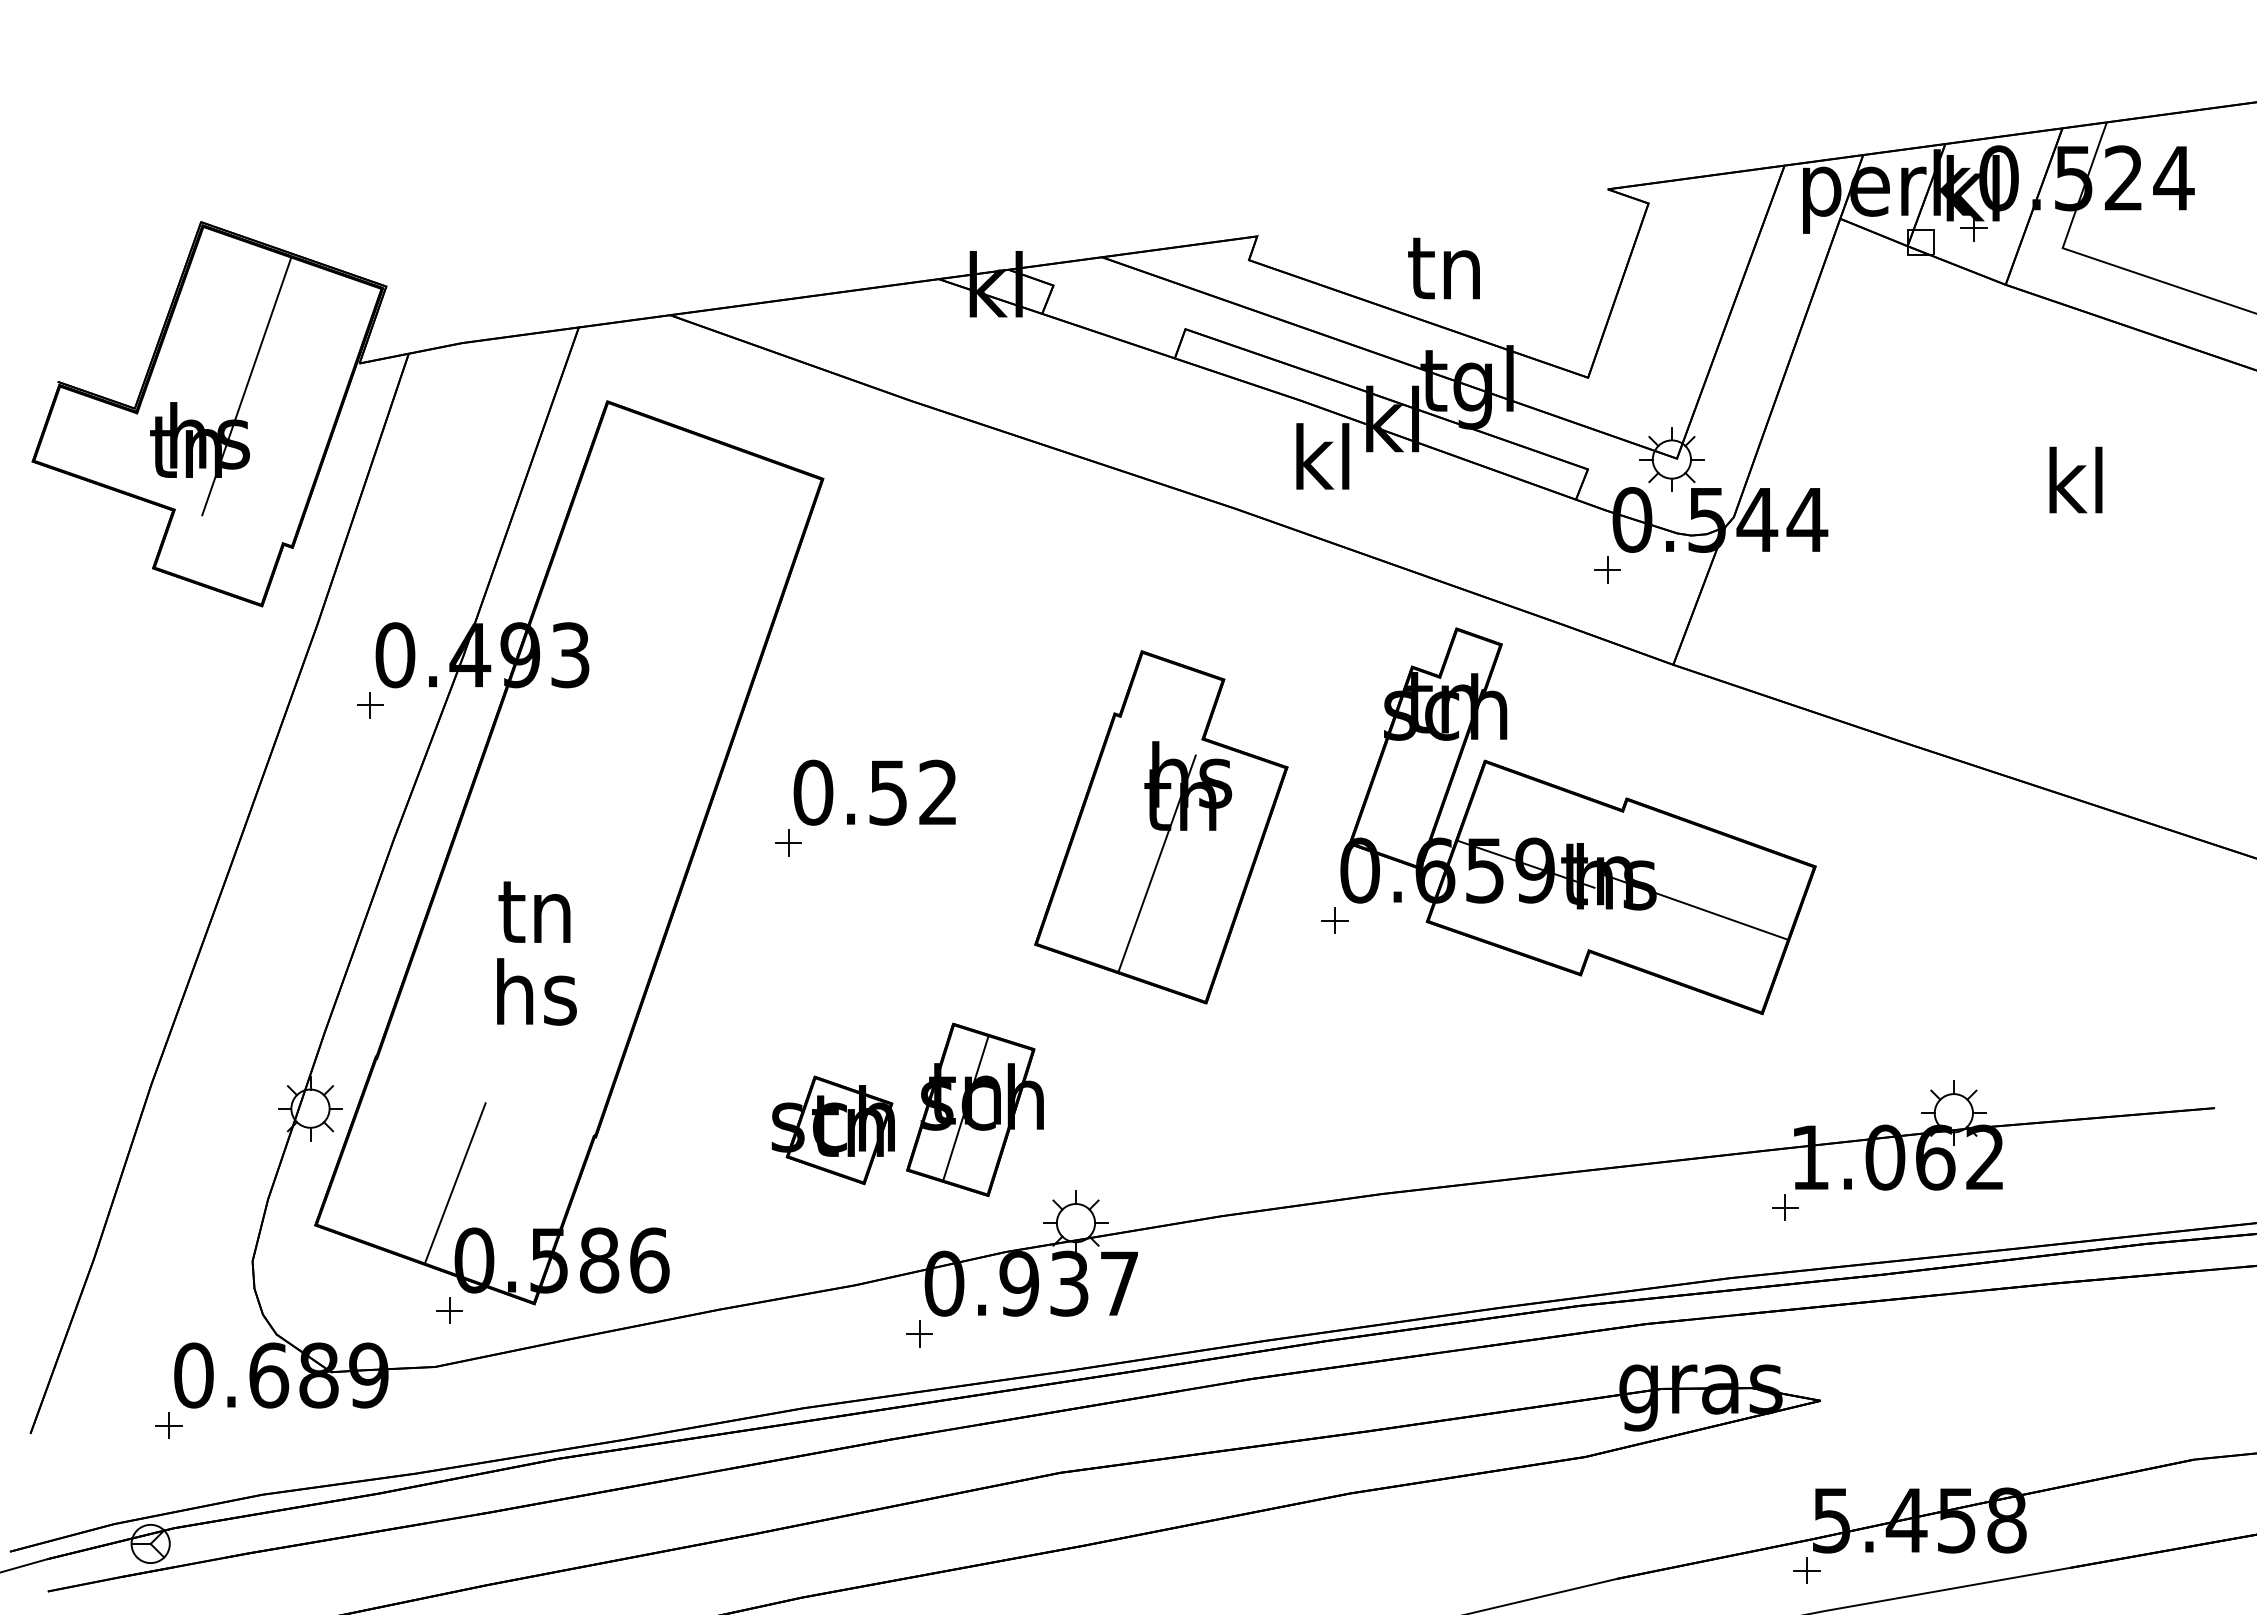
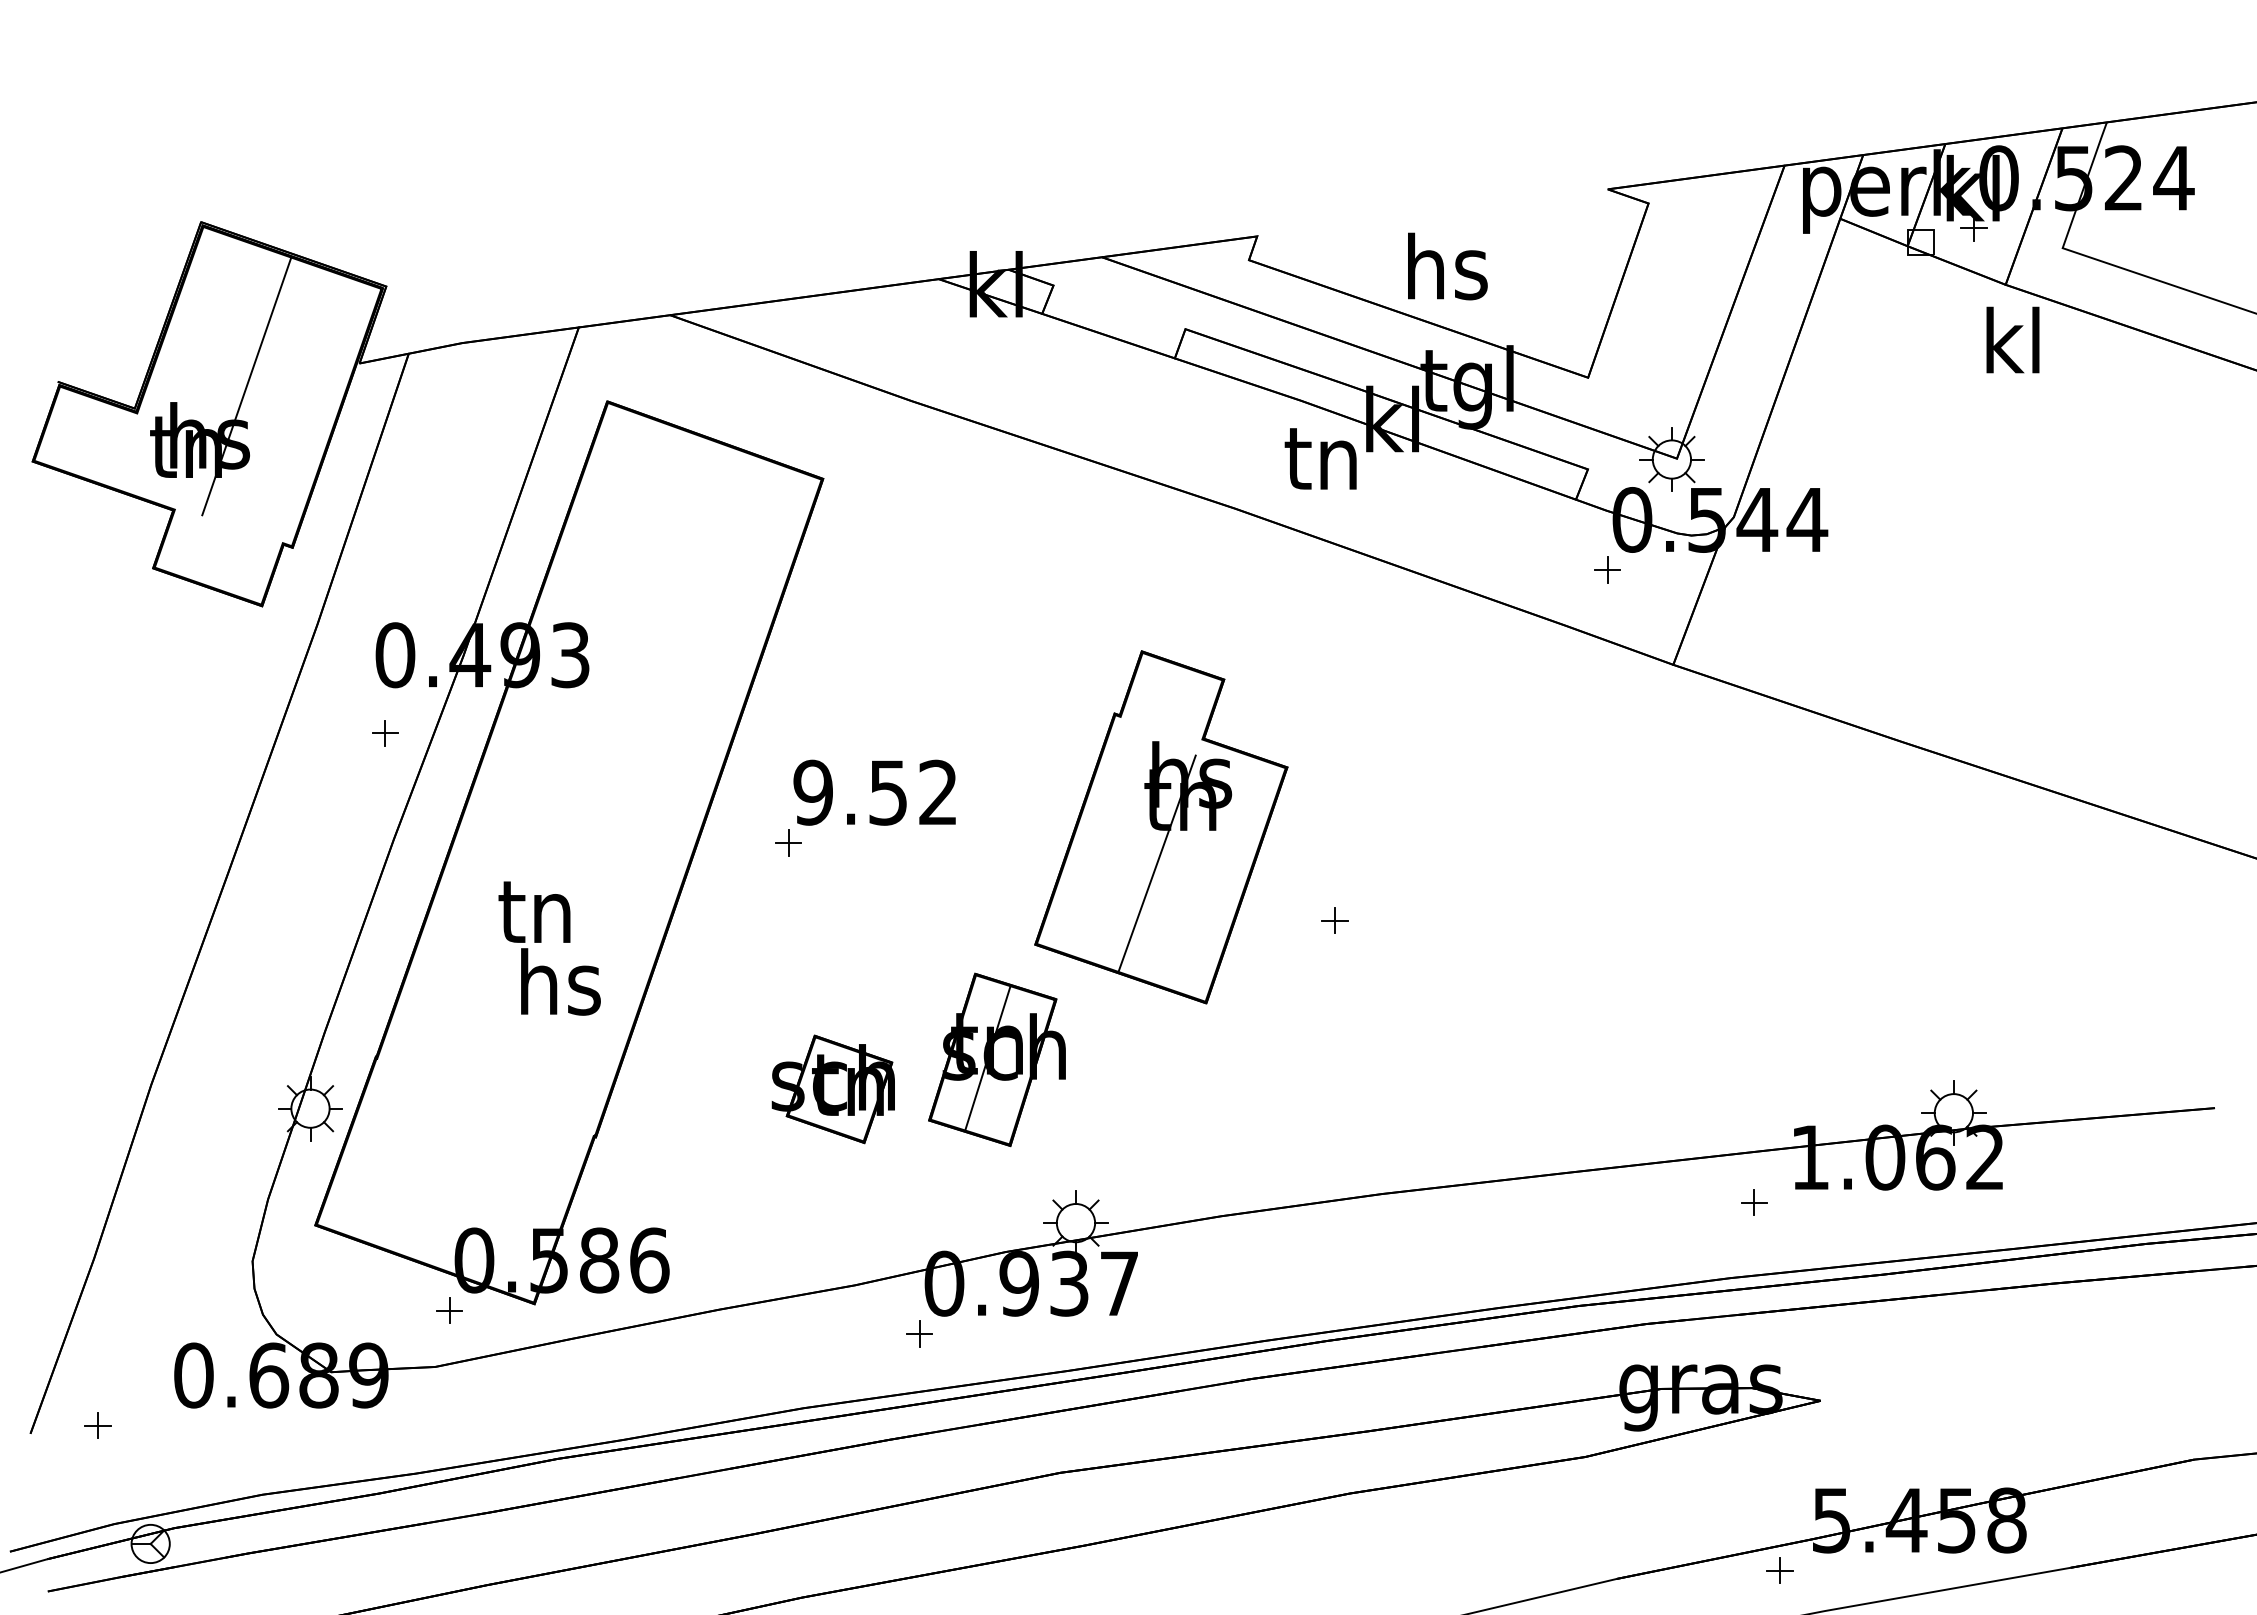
text at (1447, 266): tn -> hs
text at (1320, 456): kl -> tn
text at (2075, 479) position: (2075, 479) -> (2012, 339)
part at (370, 705) position: (370, 705) -> (385, 733)
text at (813, 792): 0.52 -> 9.52
part at (1578, 821): present -> none
text at (536, 991) position: (536, 991) -> (560, 981)
part at (974, 1109) position: (974, 1109) -> (996, 1059)
part at (832, 1130) position: (832, 1130) -> (832, 1089)
line at (455, 1182): present -> none
part at (1785, 1207) position: (1785, 1207) -> (1754, 1202)
part at (168, 1425) position: (168, 1425) -> (97, 1425)
part at (1806, 1570) position: (1806, 1570) -> (1779, 1570)
